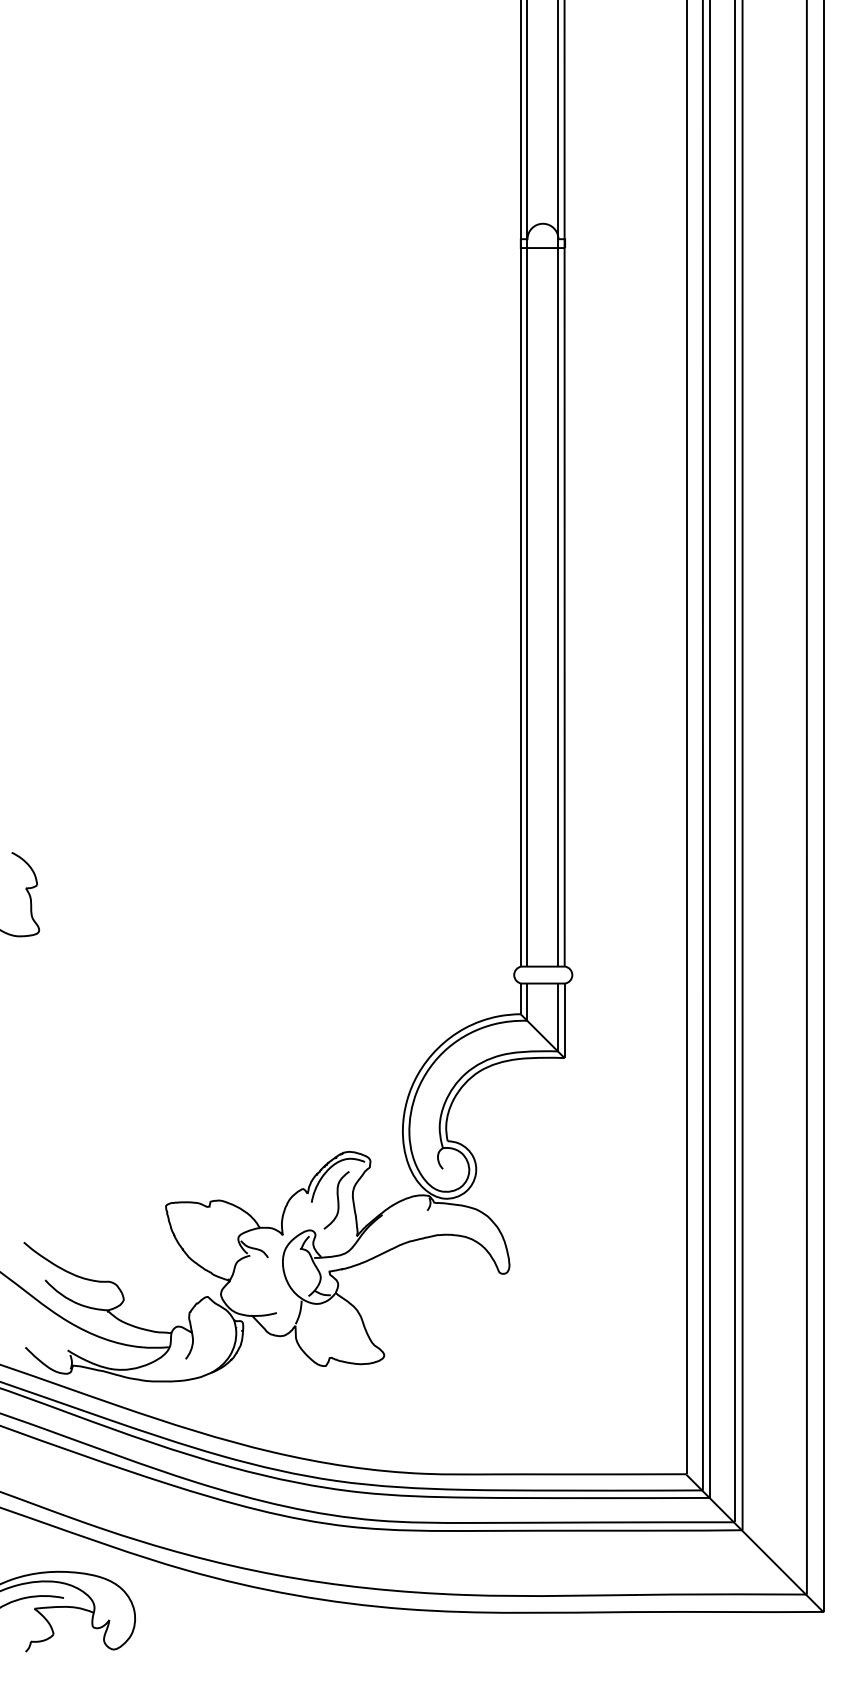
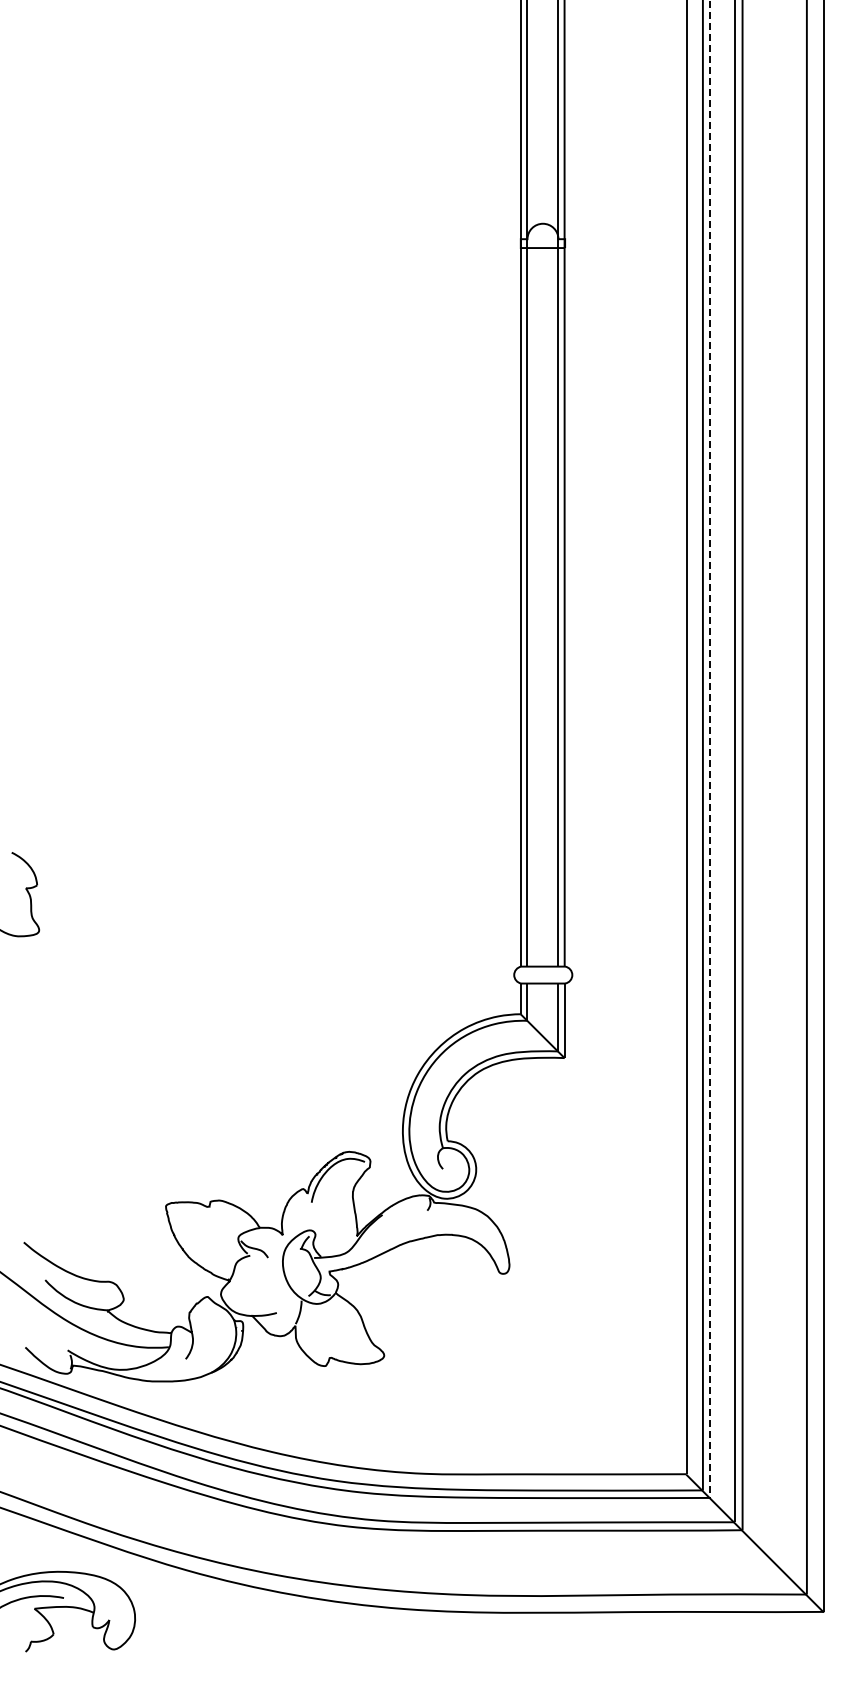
line at (710, 749): solid -> dashed
curve at (337, 1200): present -> none
